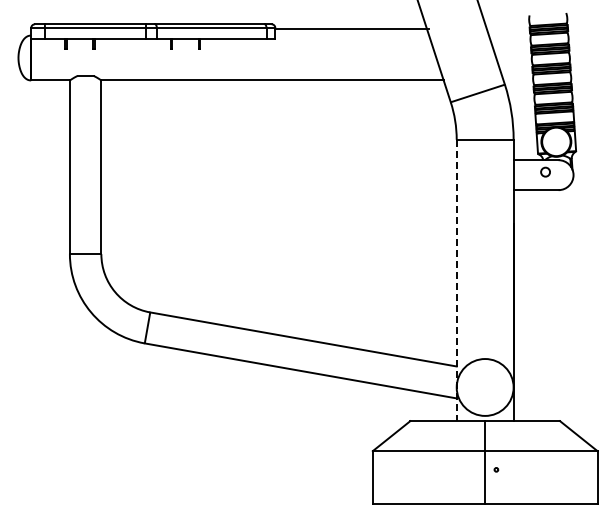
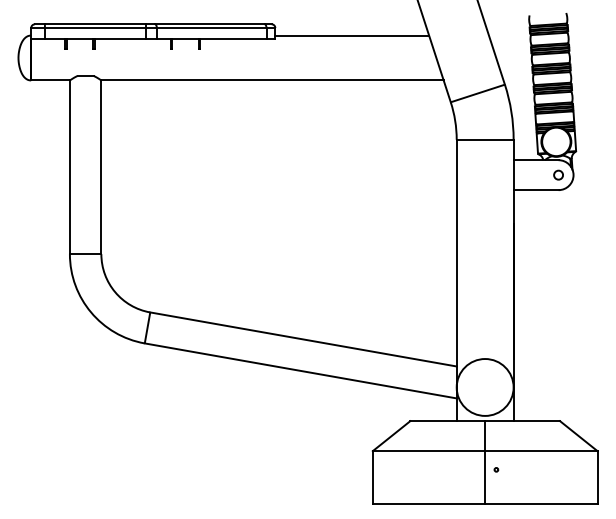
line at (352, 28) position: (352, 28) -> (352, 35)
circle at (545, 171) position: (545, 171) -> (558, 174)
line at (456, 280): dashed -> solid
